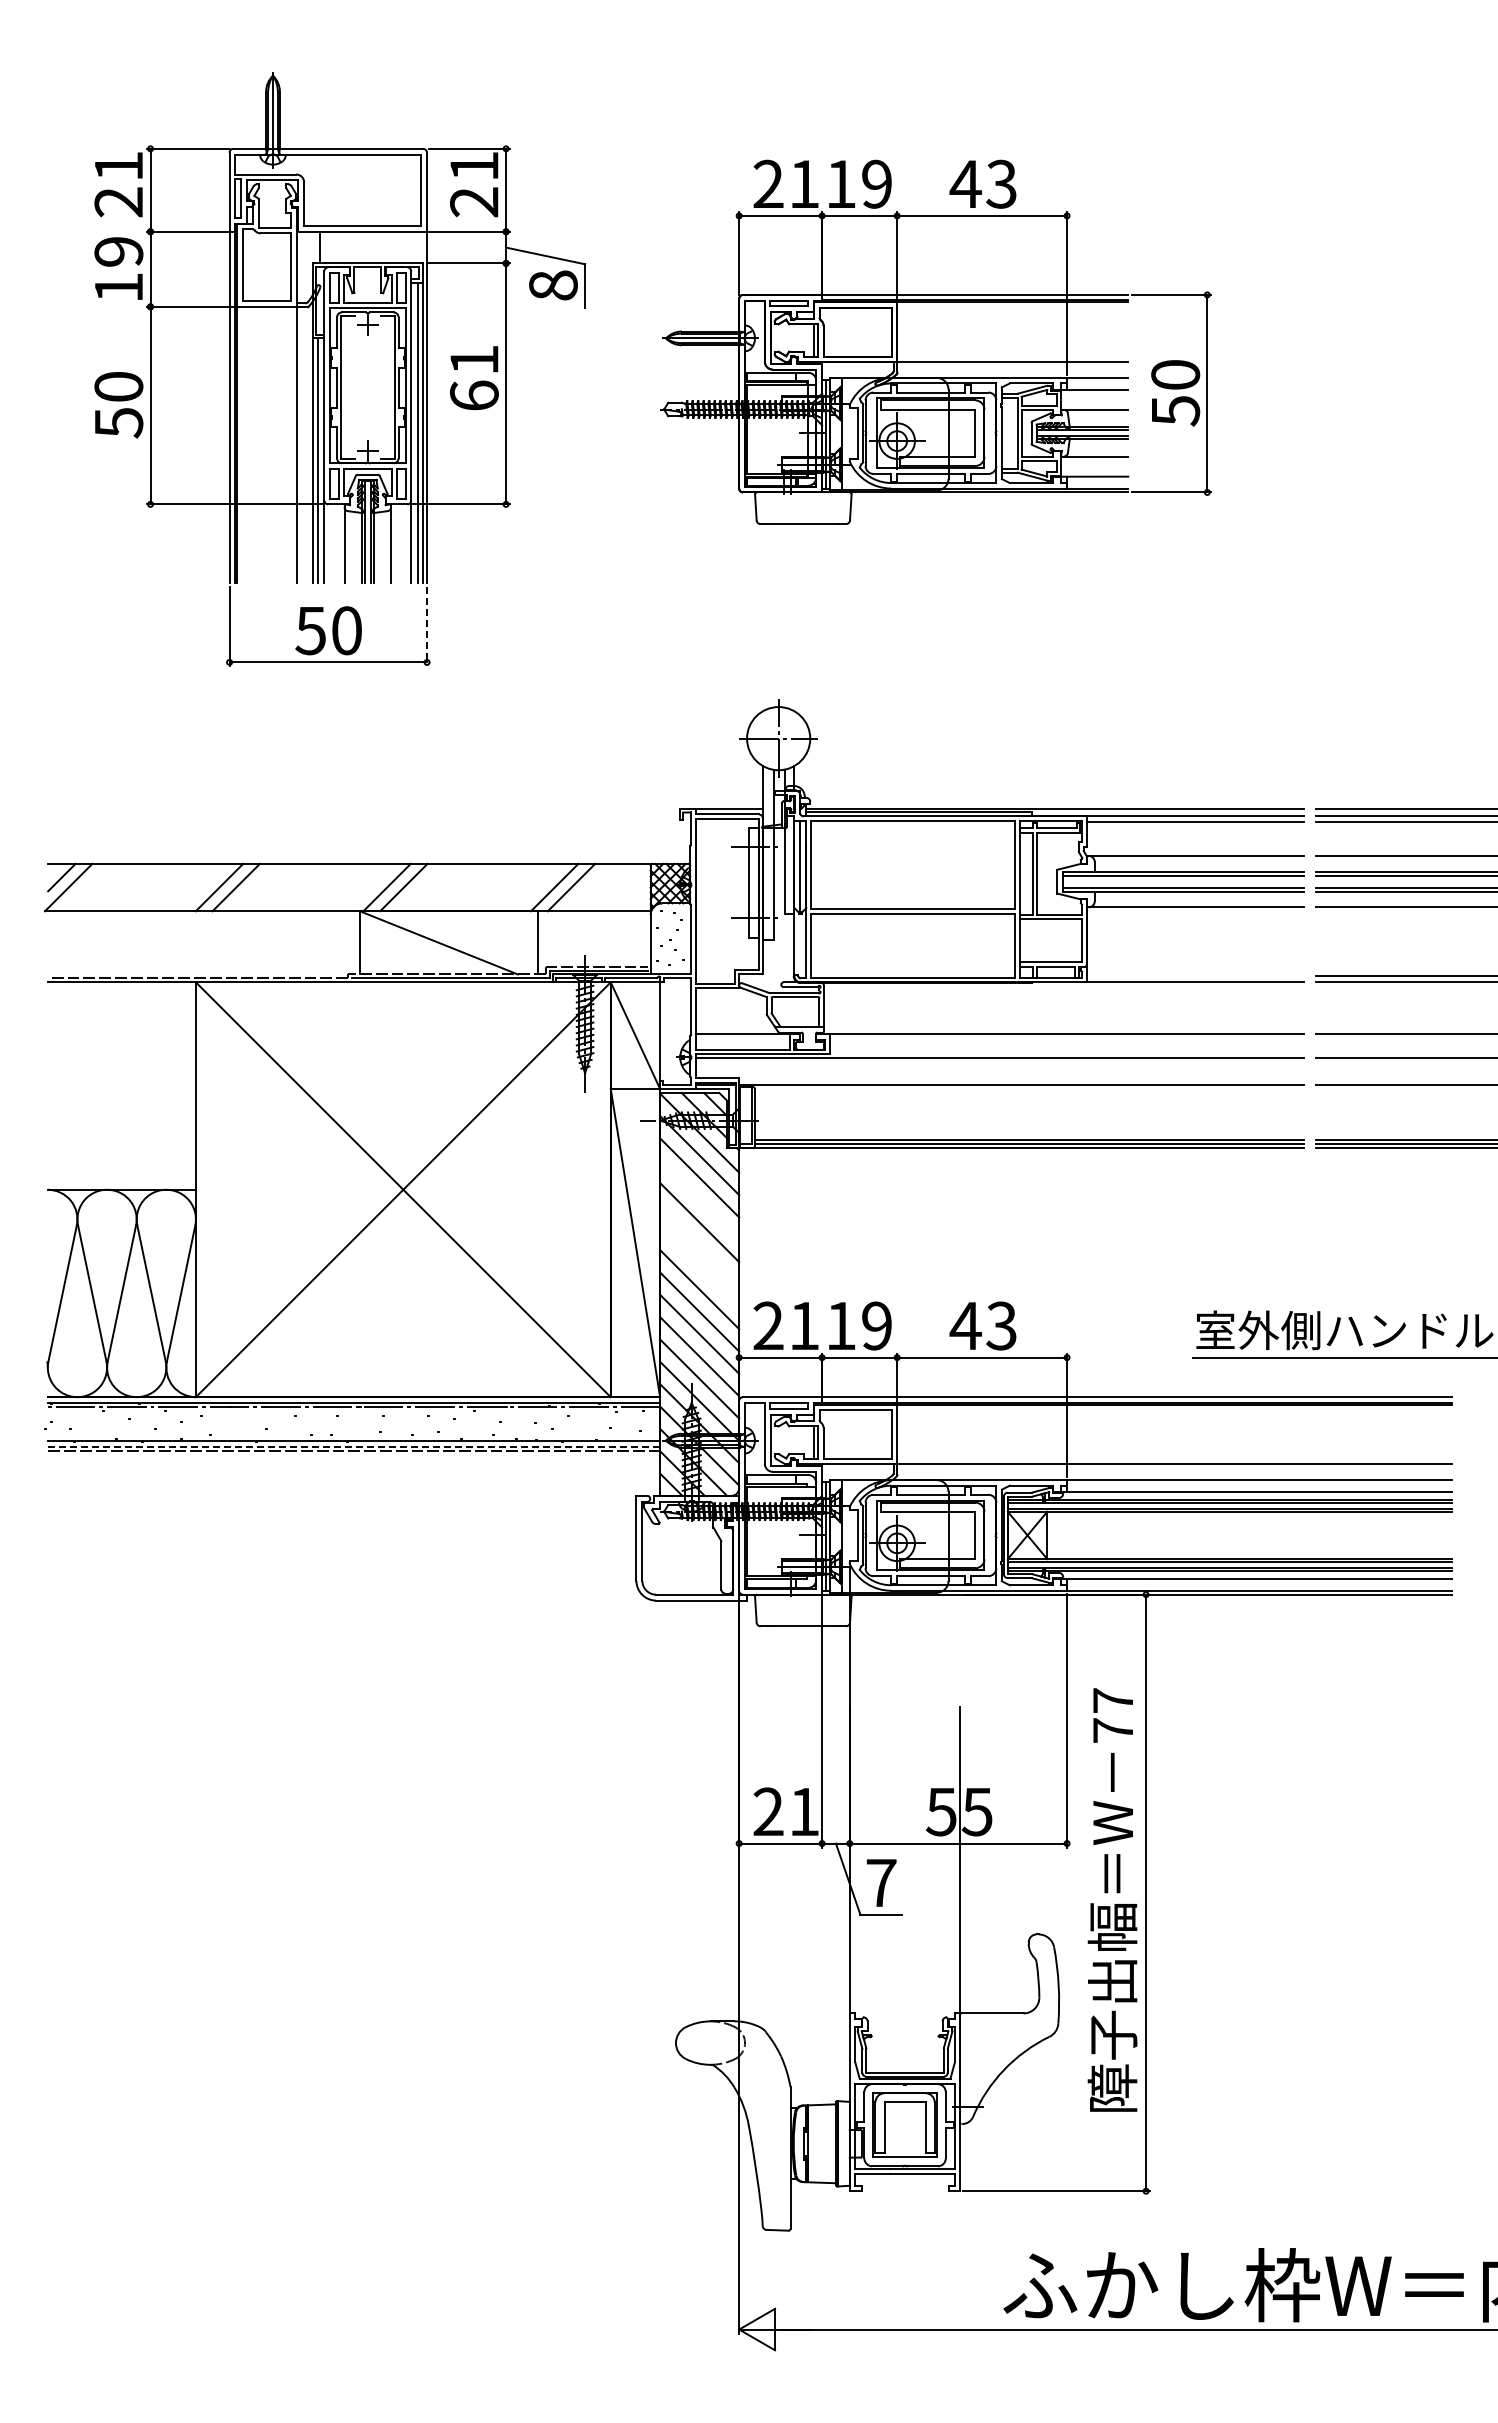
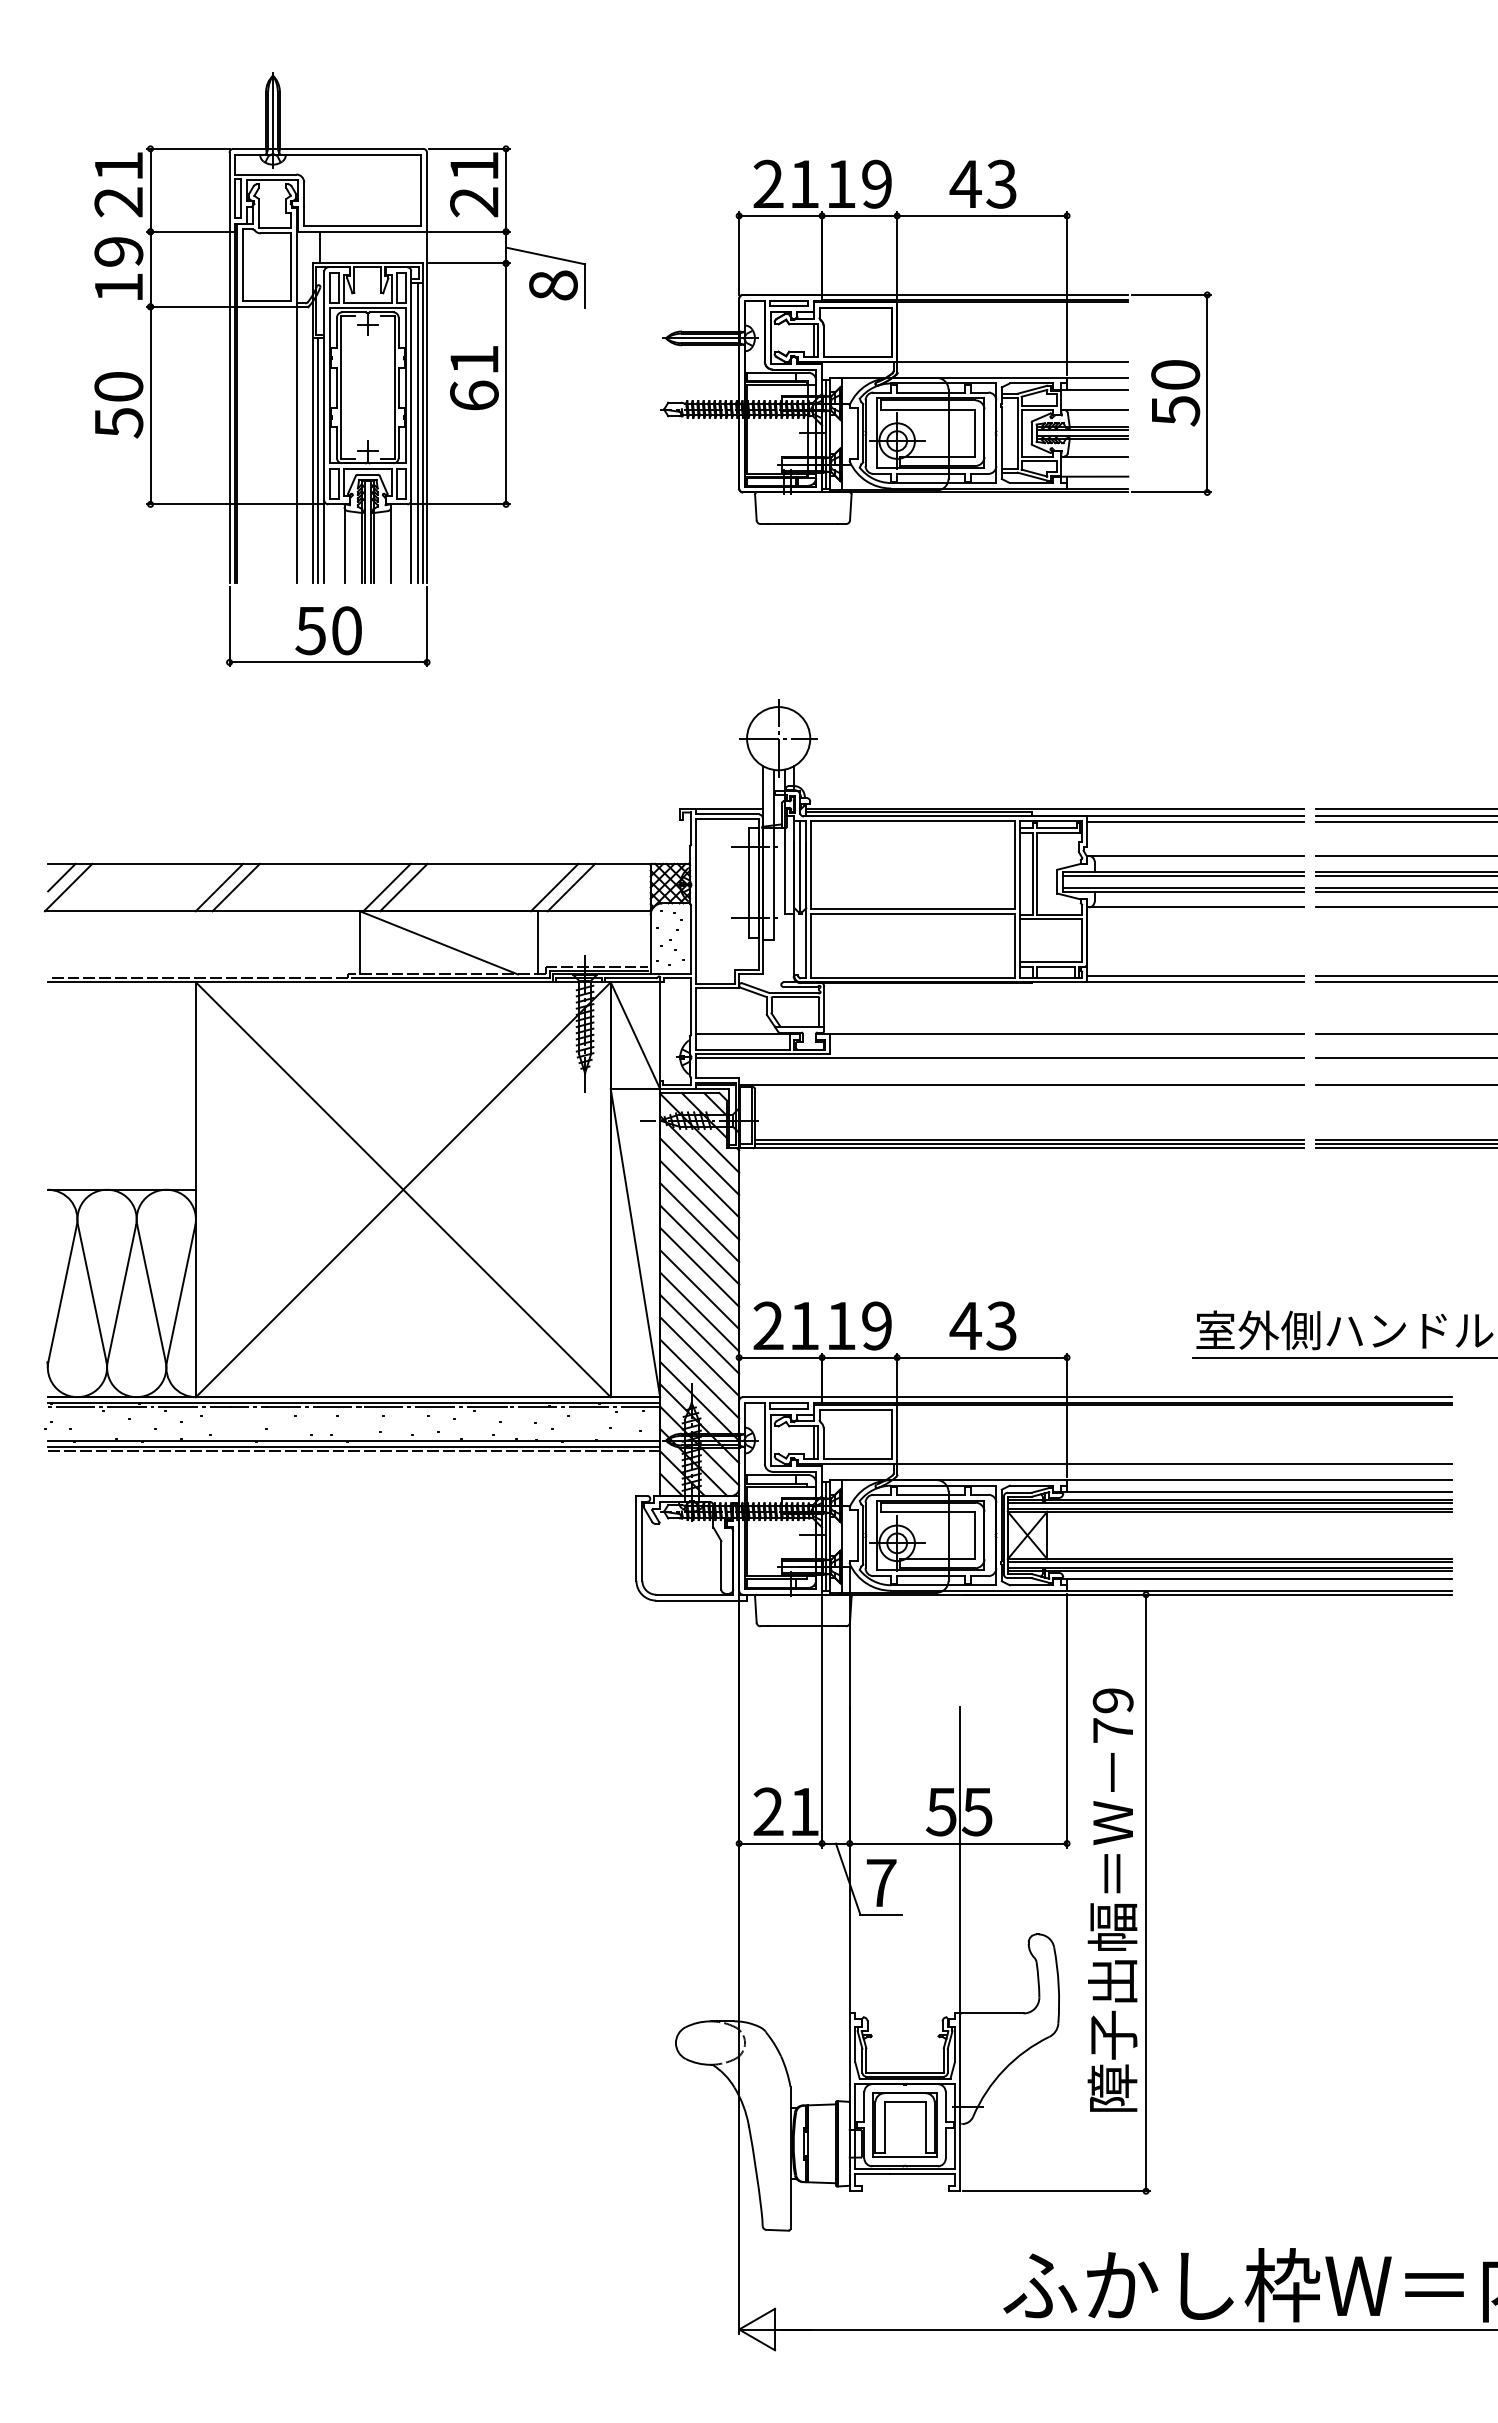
line at (427, 626): dashed -> solid
line at (1195, 976): none -> present
line at (699, 1199): none -> present
line at (699, 1244): none -> present
line at (699, 1266): none -> present
line at (354, 1446): dashed -> solid
text at (1112, 1700): 77 -> 79
